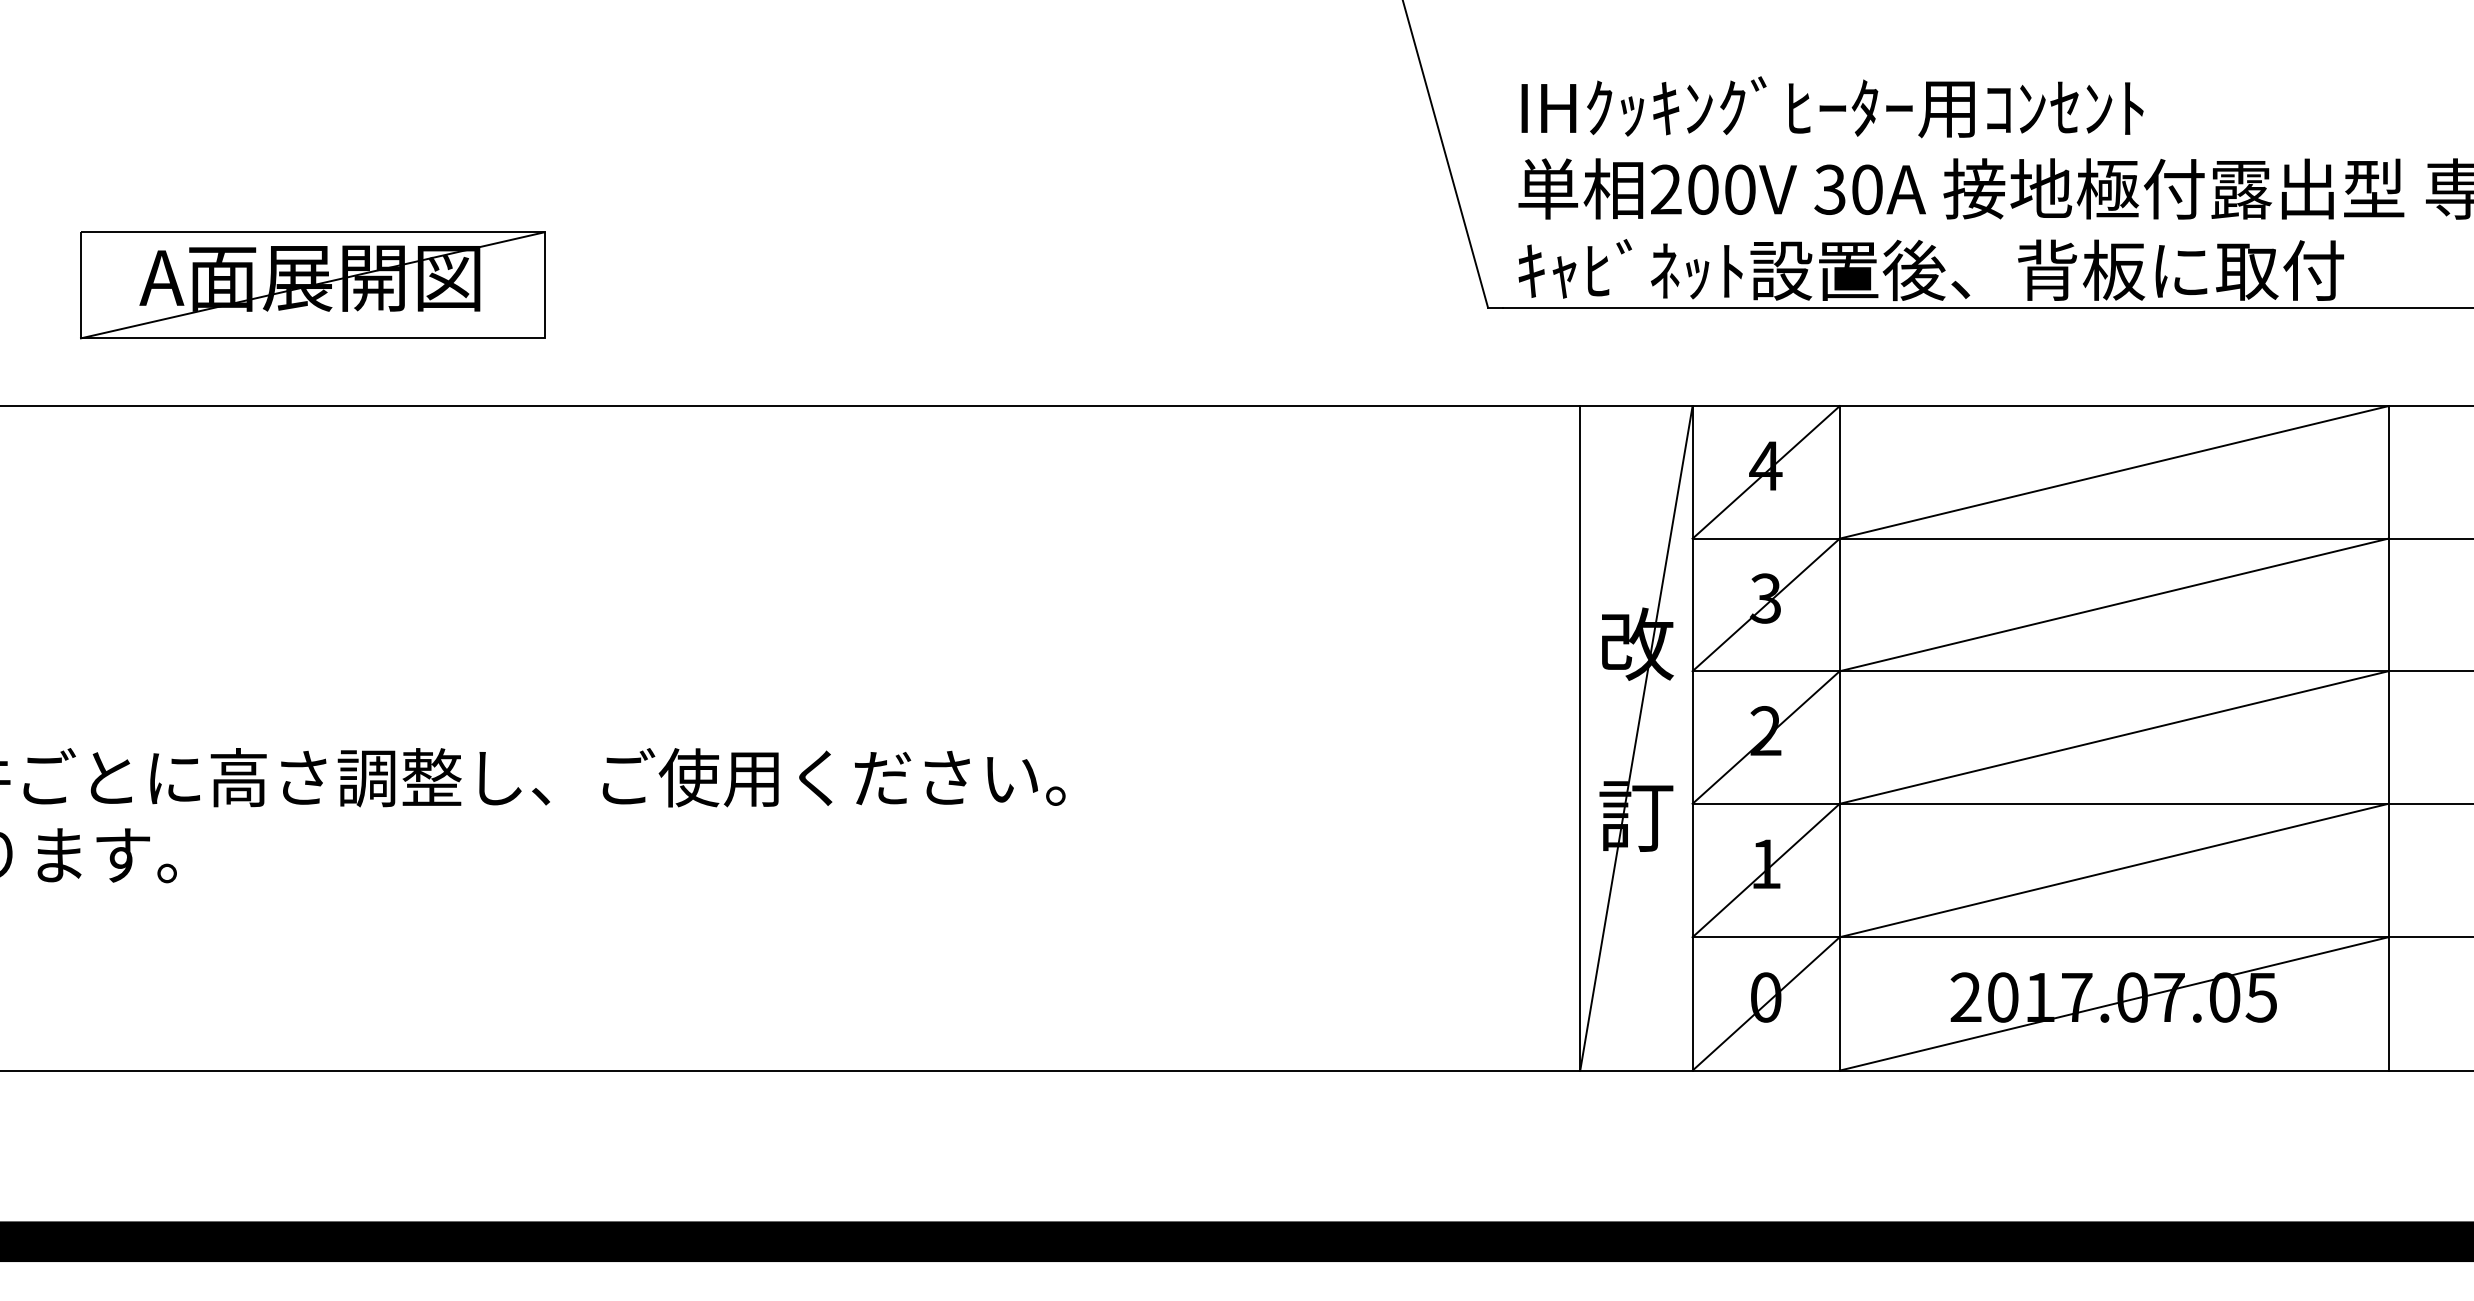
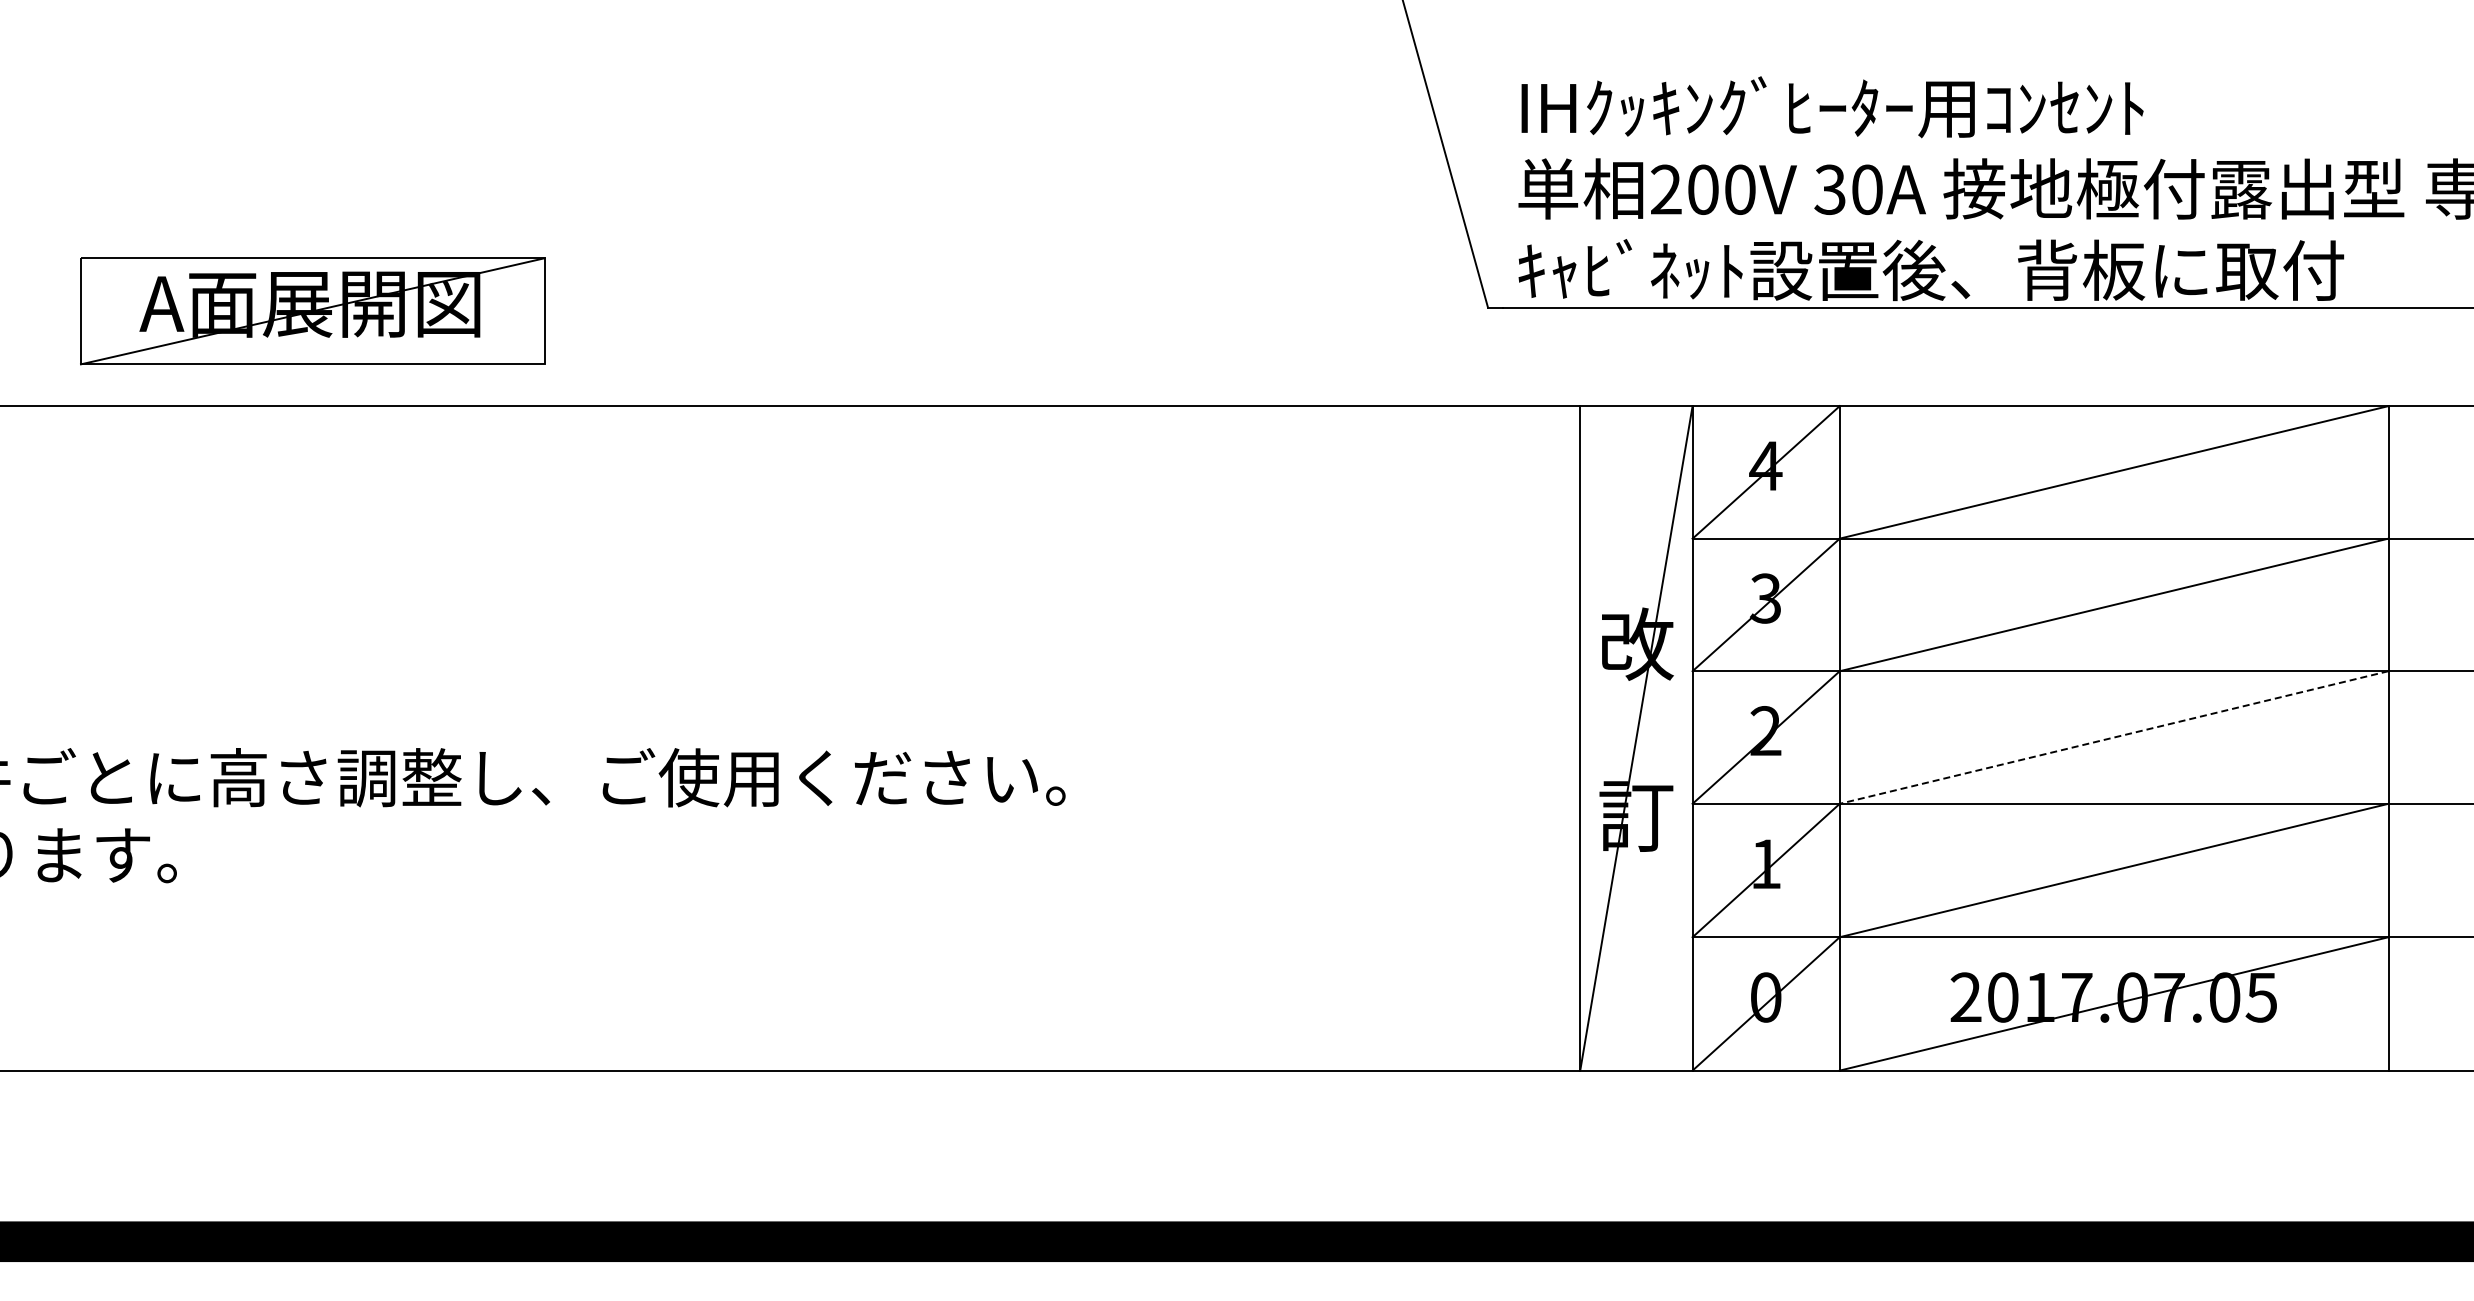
part at (312, 285) position: (312, 285) -> (312, 311)
line at (2113, 737): solid -> dashed
